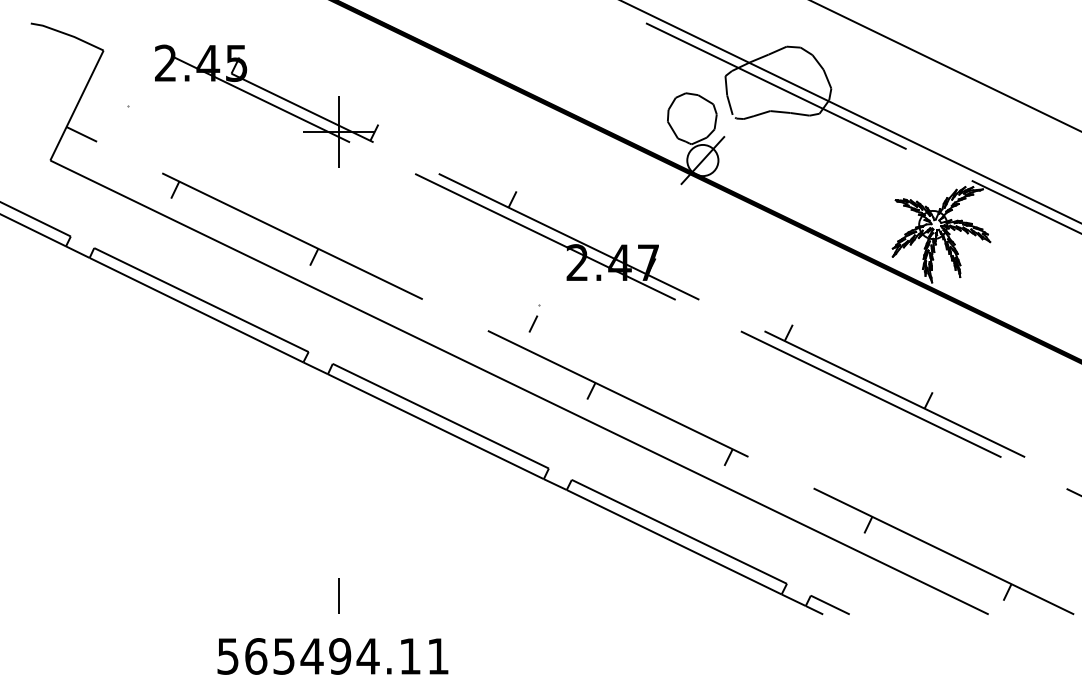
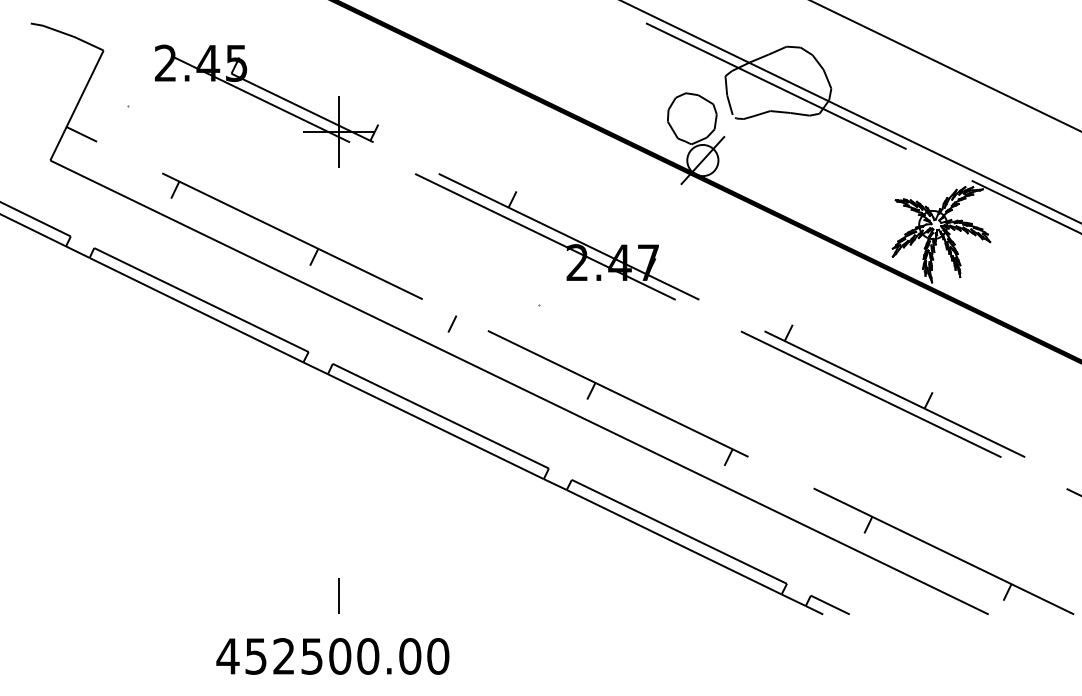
line at (533, 323) position: (533, 323) -> (452, 323)
text at (332, 656): 565494.11 -> 452500.00
